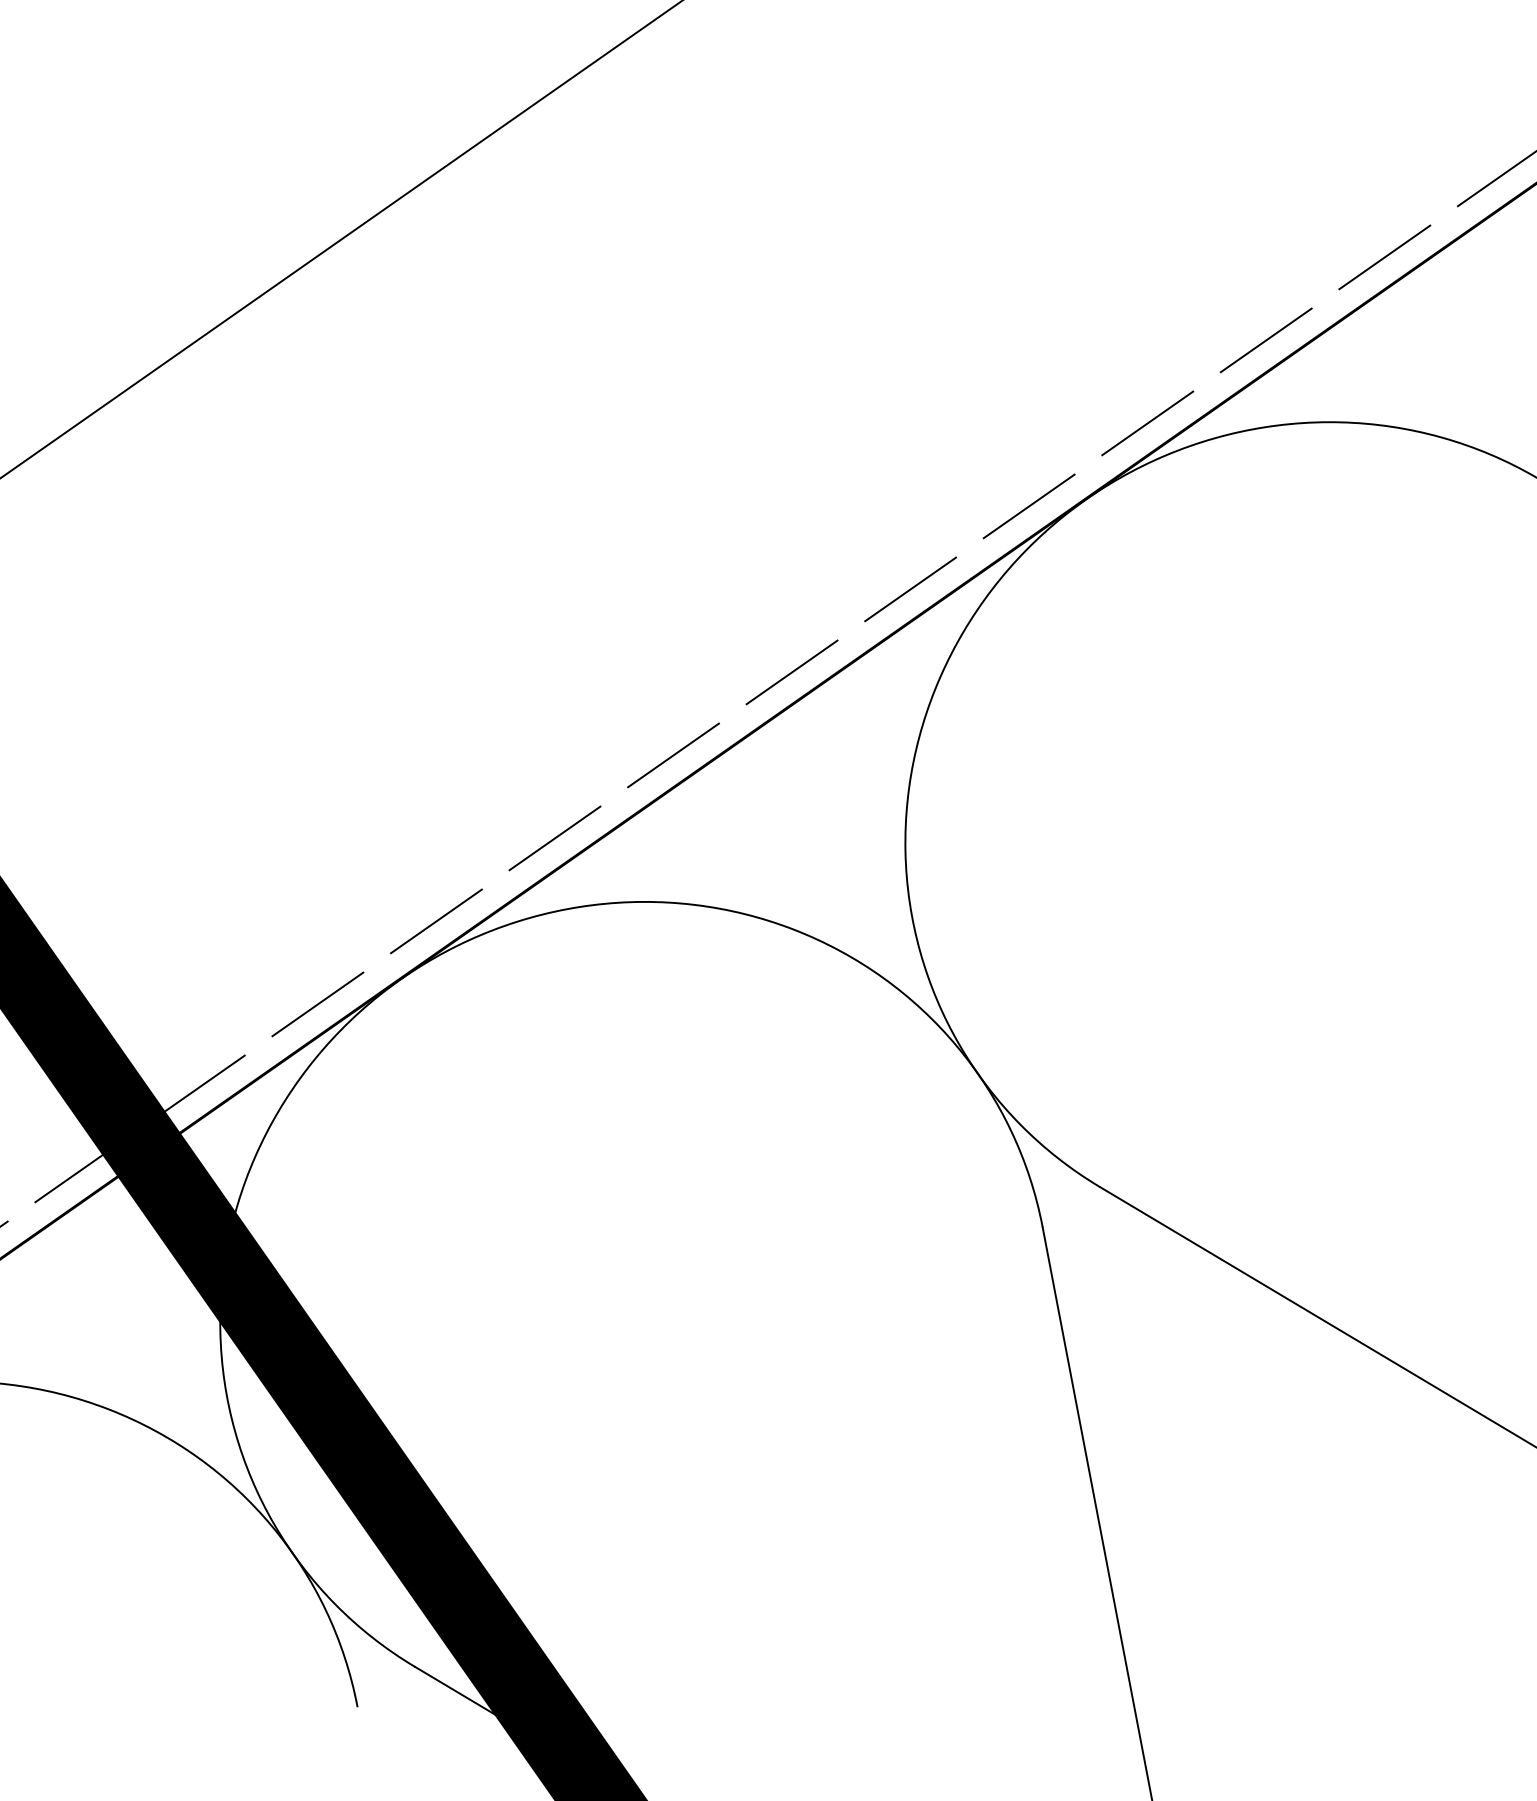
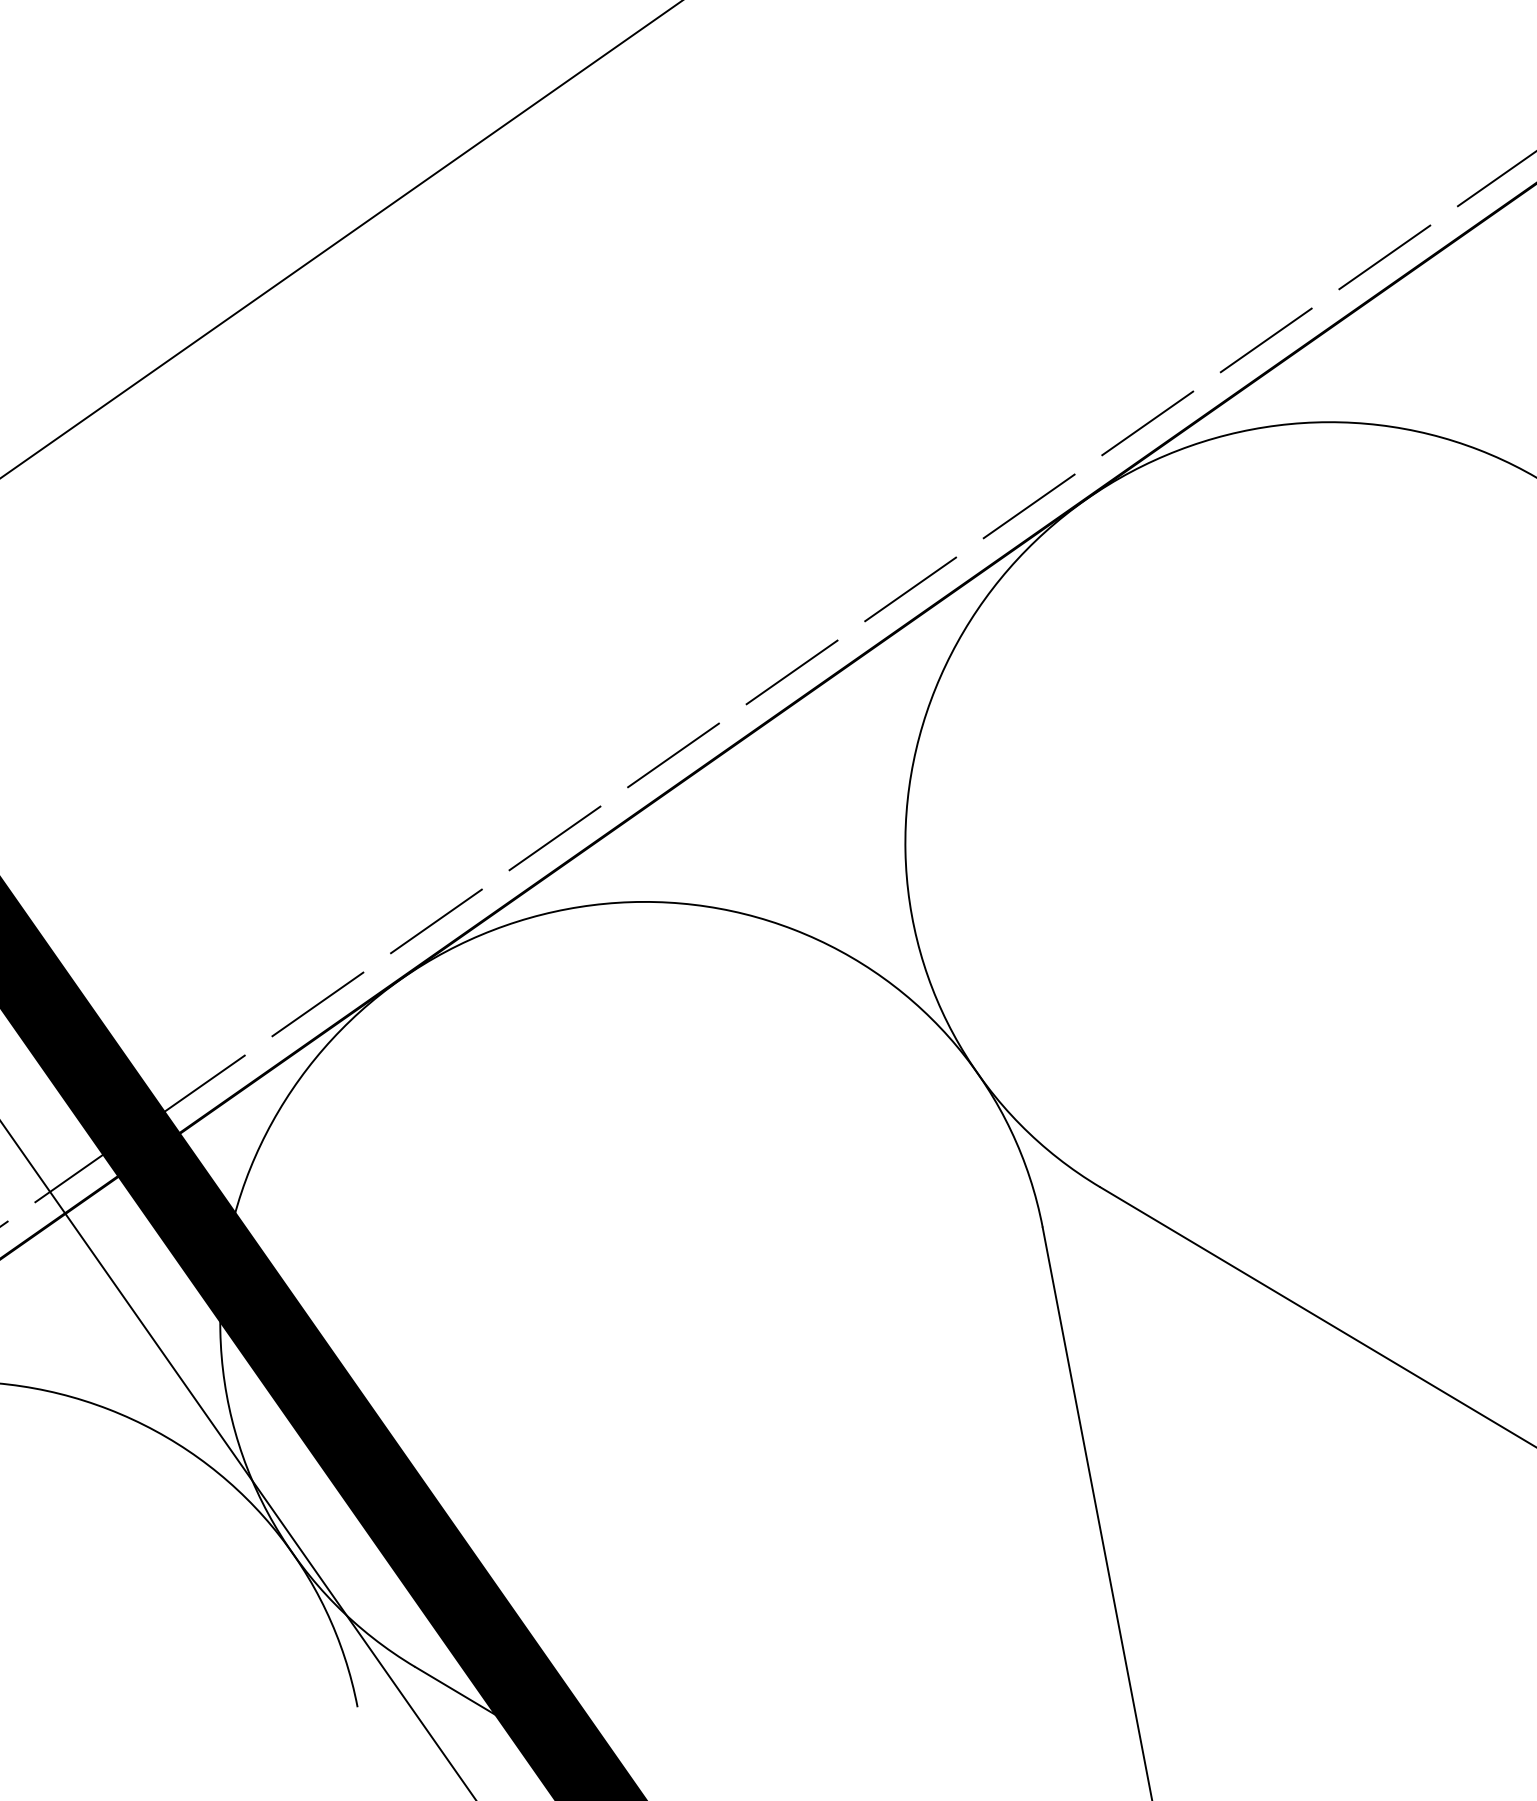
line at (238, 1460): none -> present
